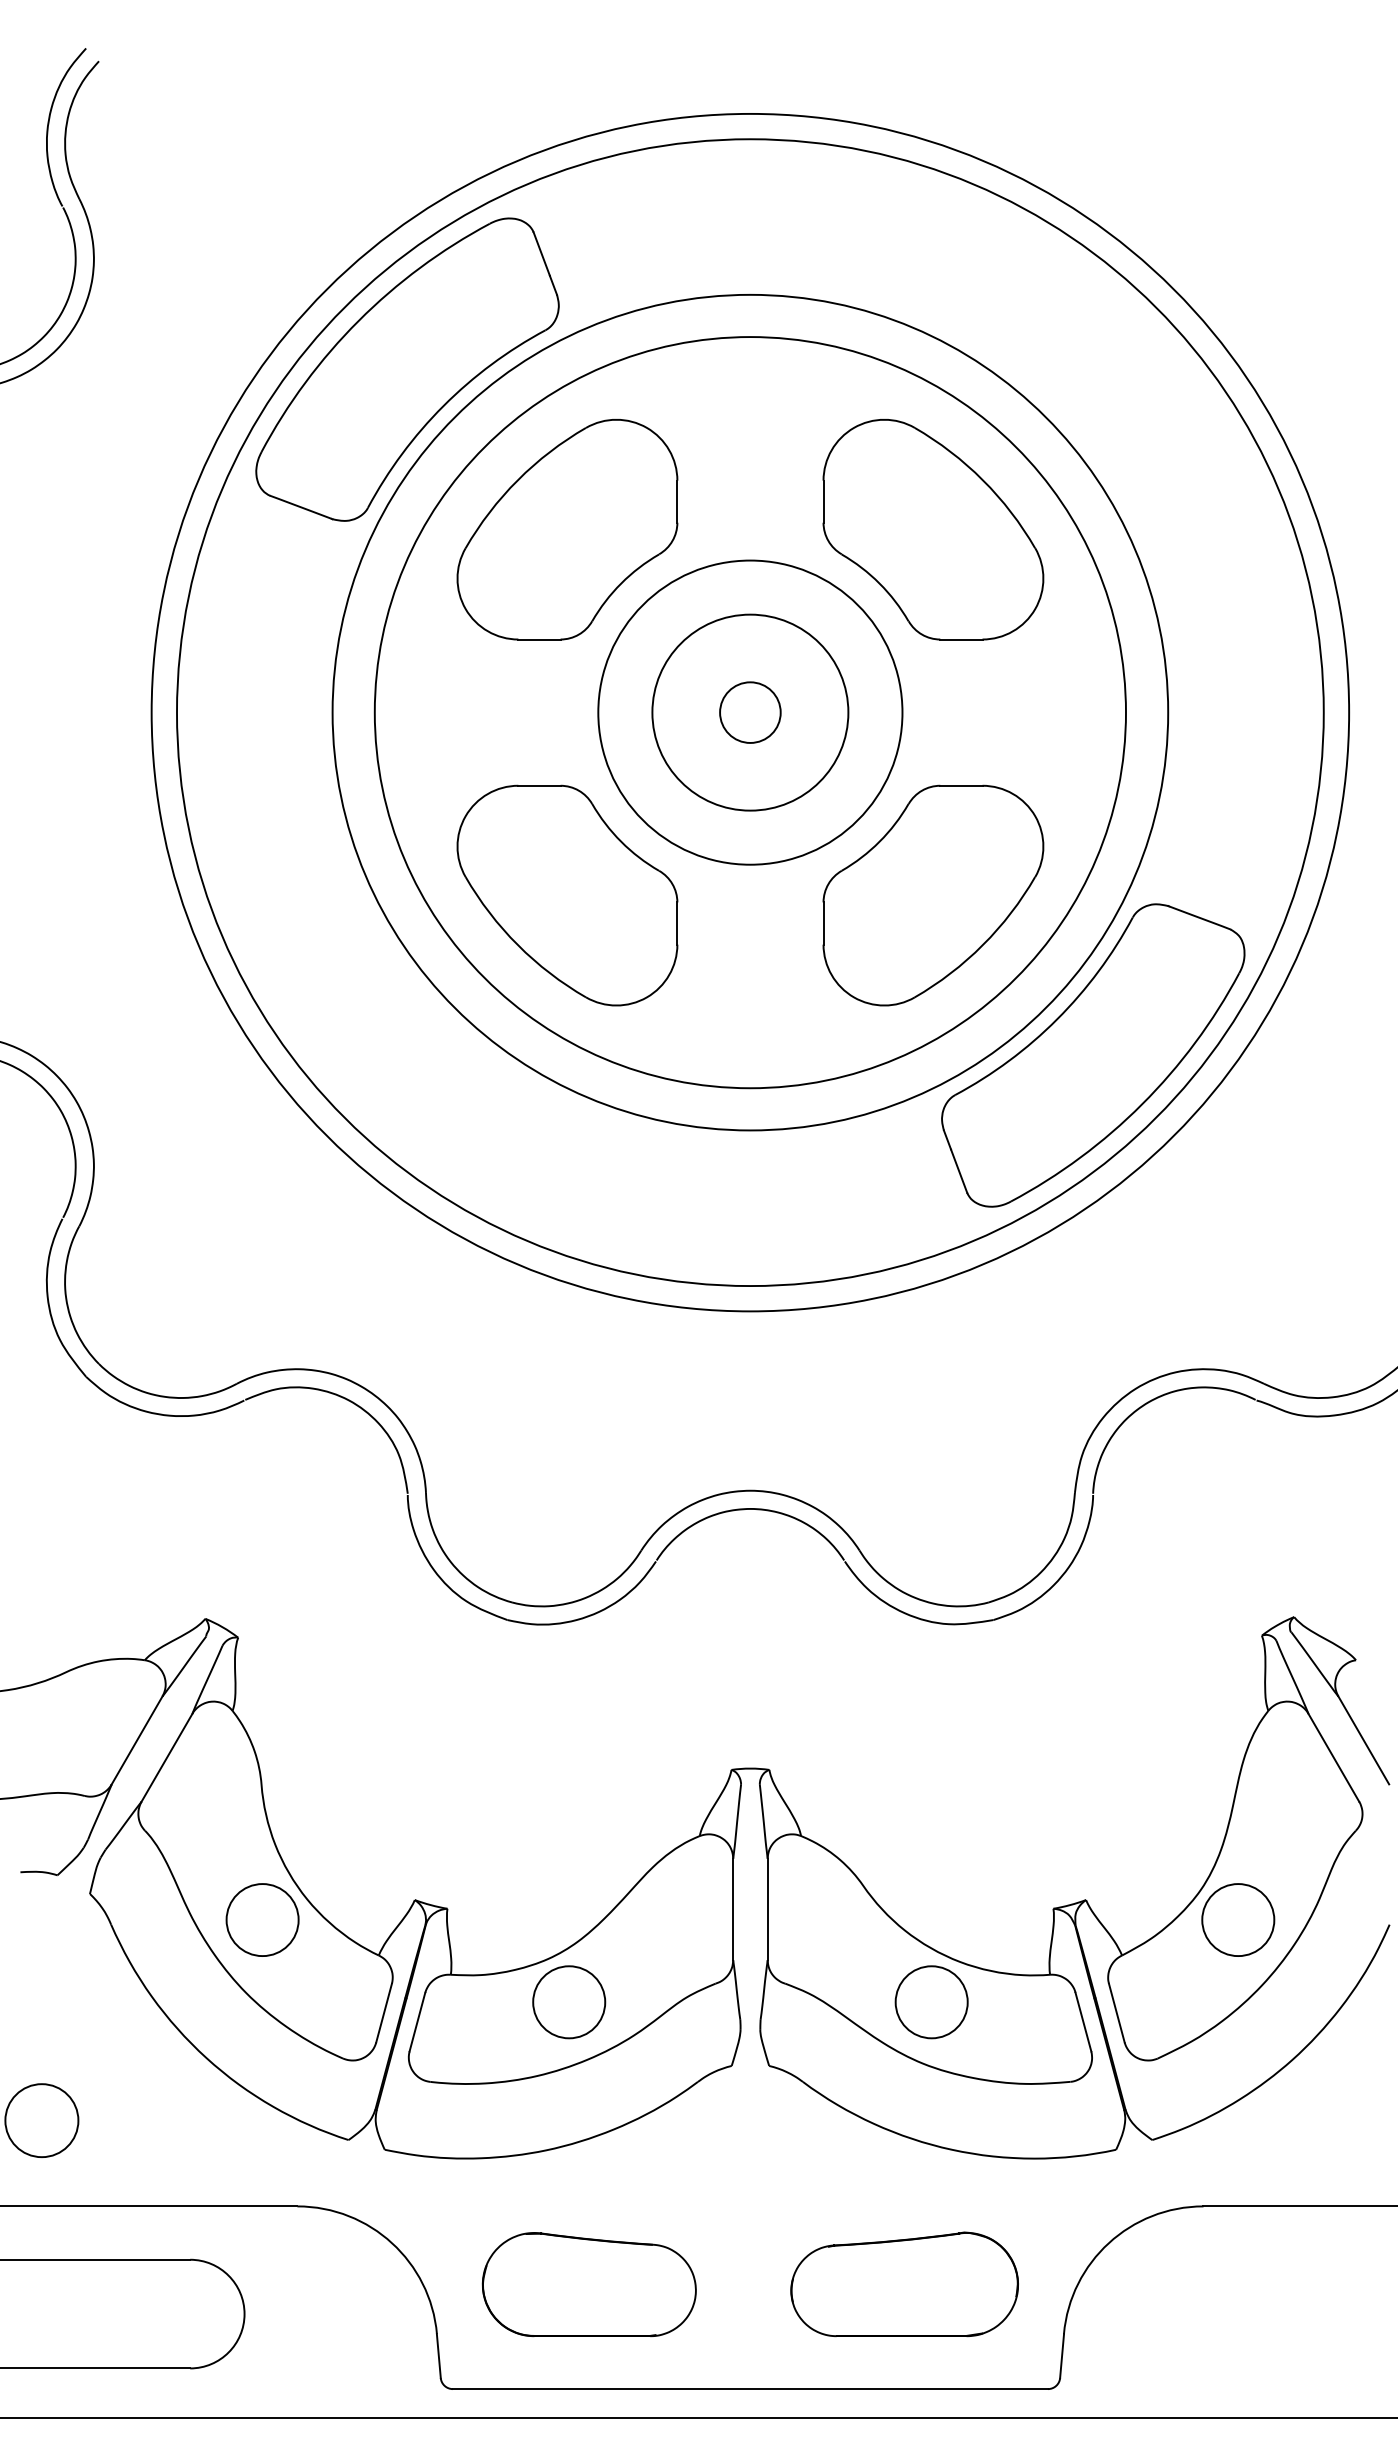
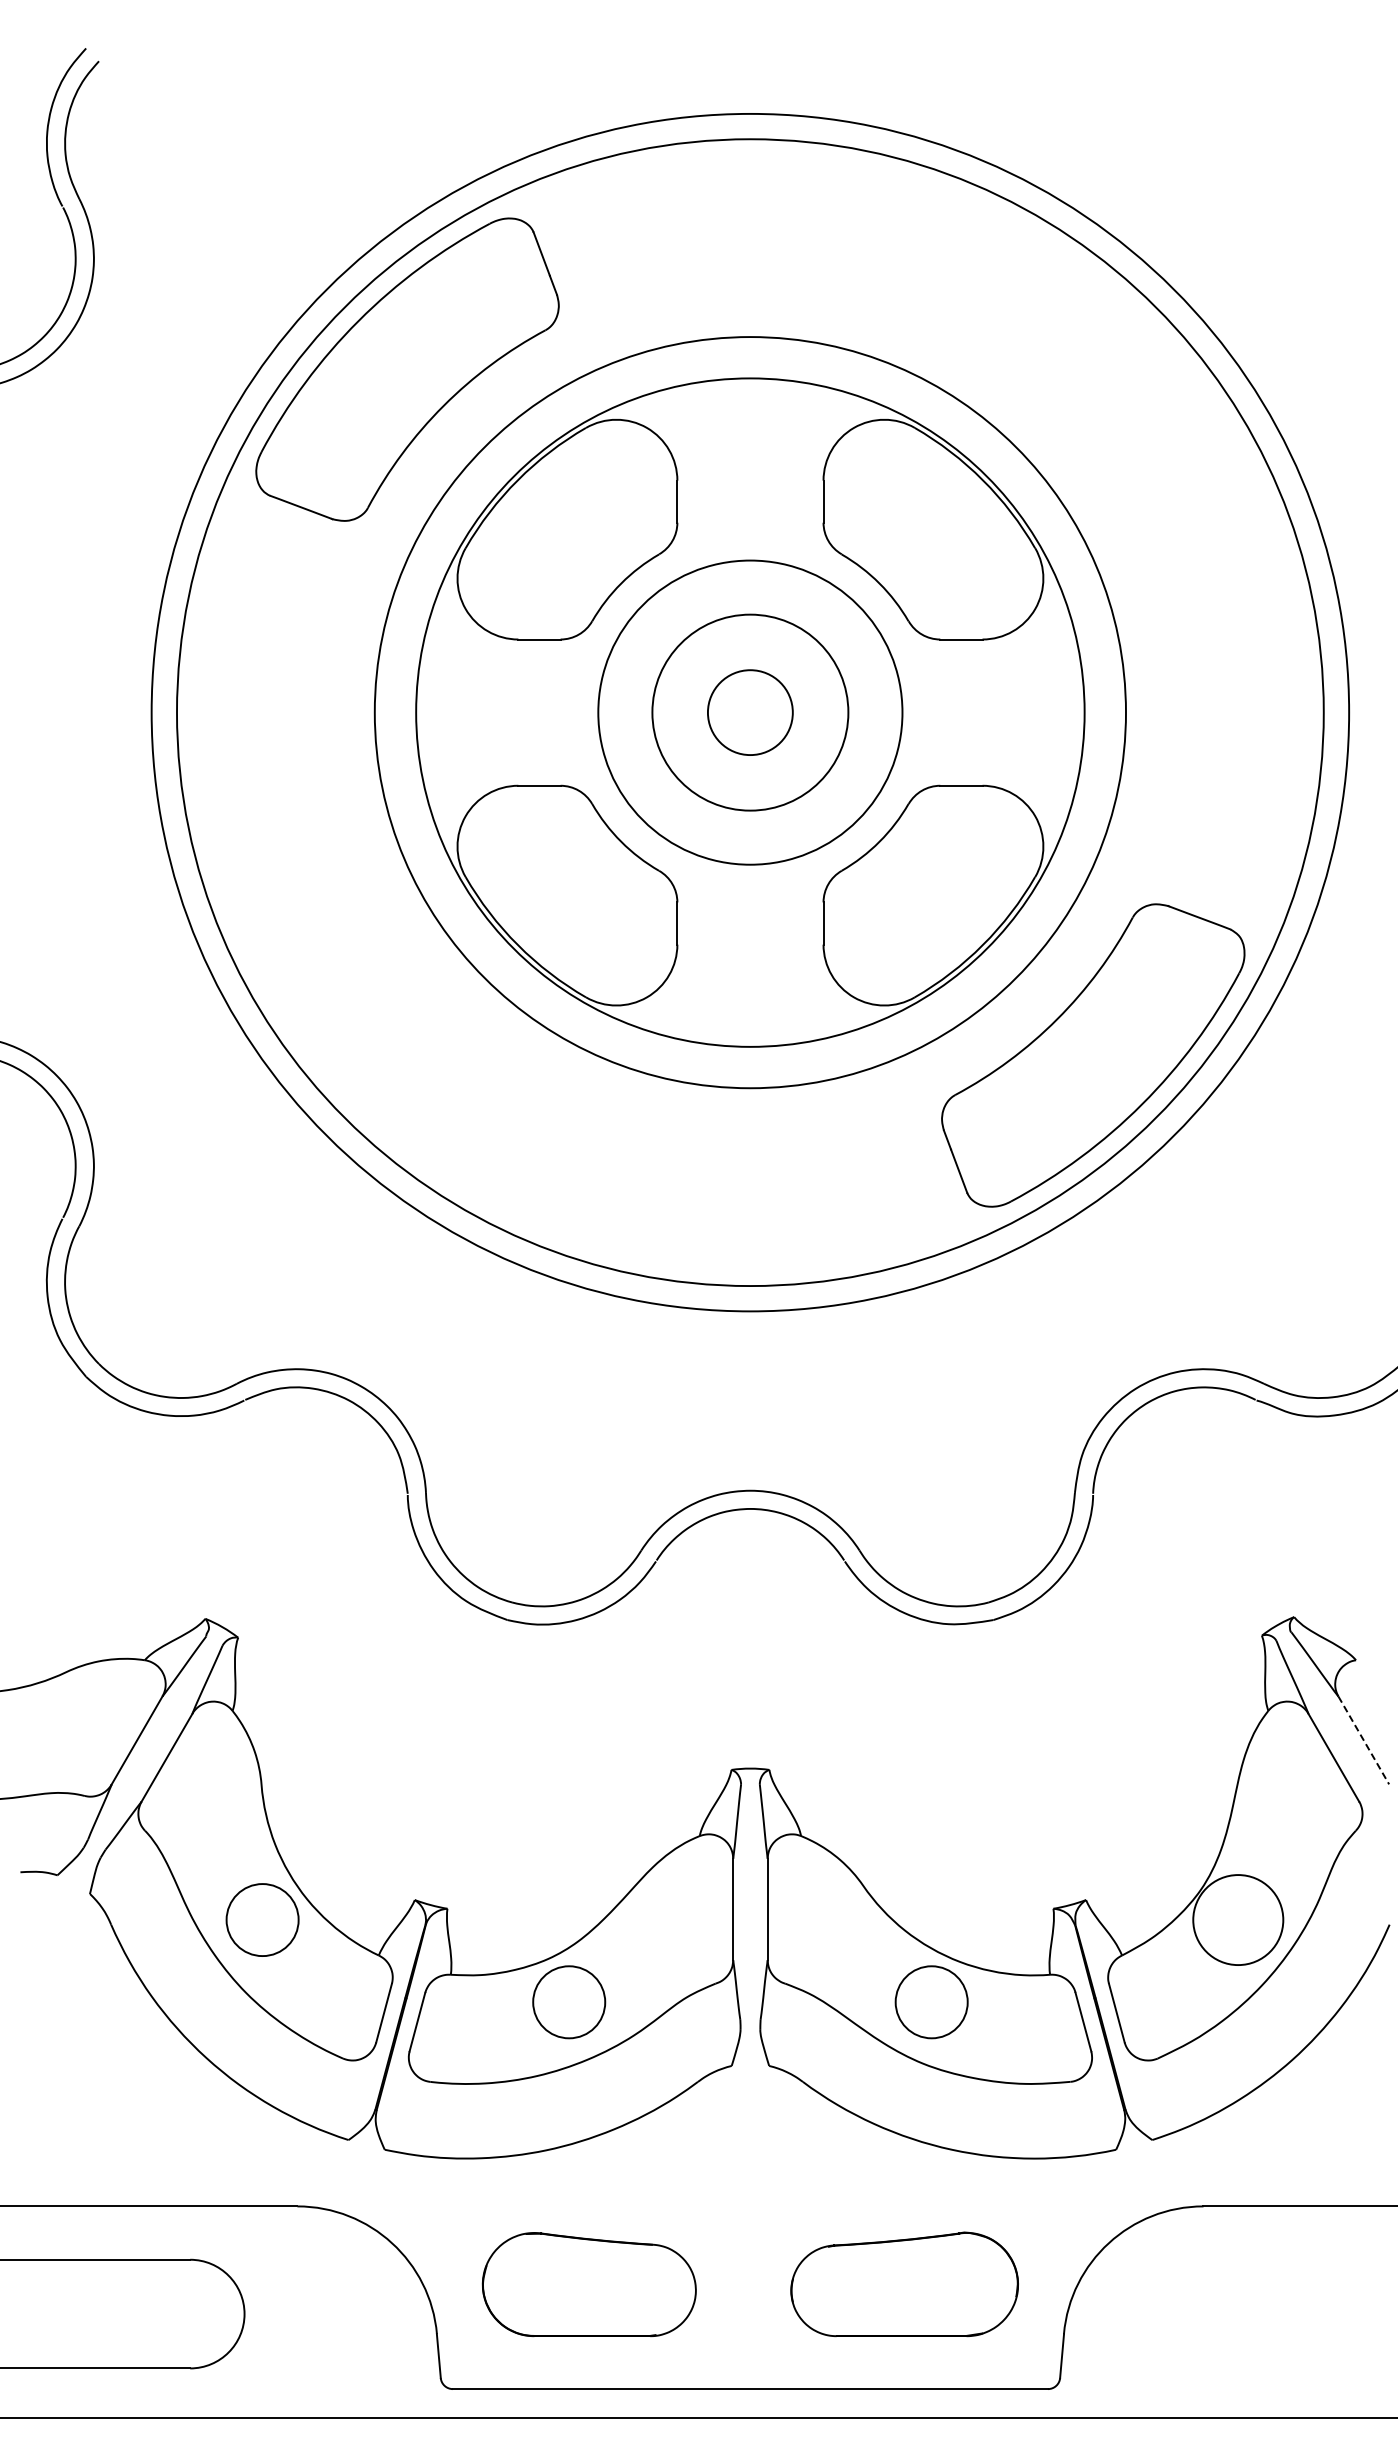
circle at (750, 712) diameter: 61 px -> 85 px
circle at (750, 712) diameter: 836 px -> 668 px
line at (1363, 1740): solid -> dashed
circle at (1238, 1920) diameter: 72 px -> 90 px
circle at (41, 2120): present -> none
